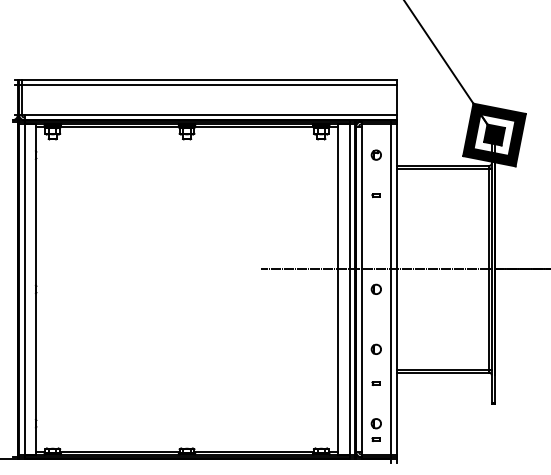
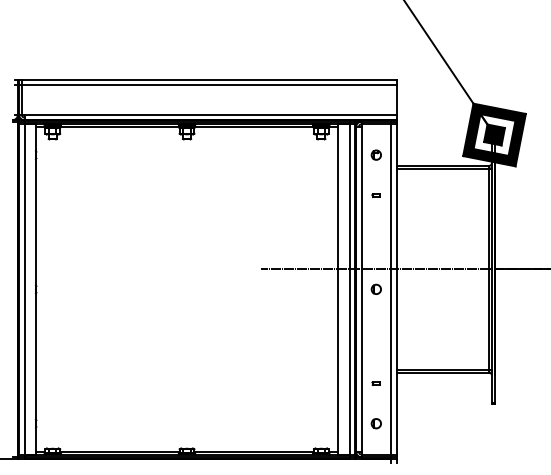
part at (375, 348): present -> none
part at (375, 439): present -> none
